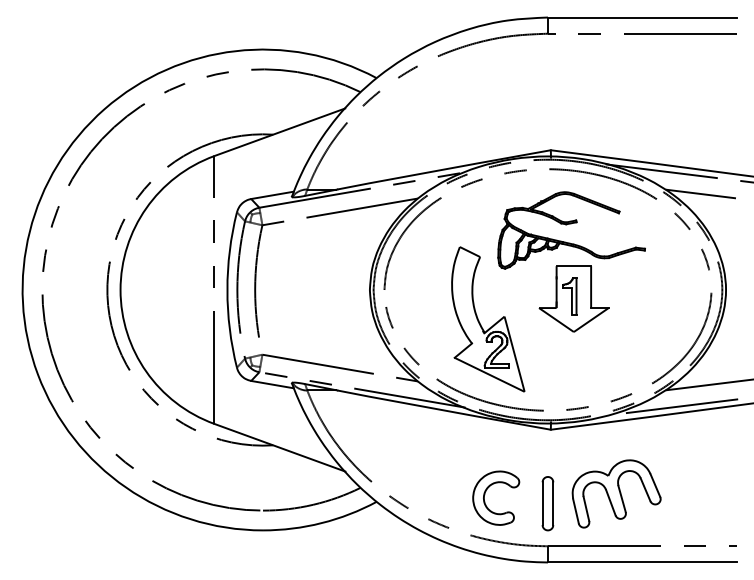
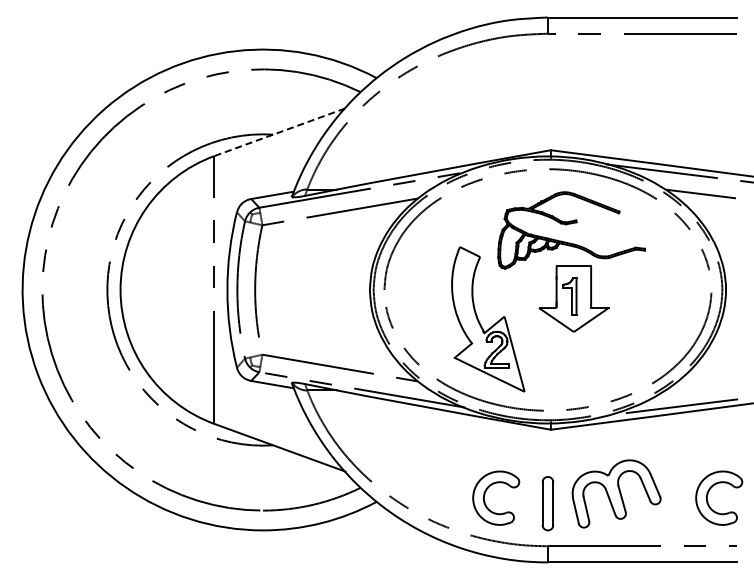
line at (279, 132): solid -> dashed
line at (707, 384): present -> none
part at (708, 494): none -> present
